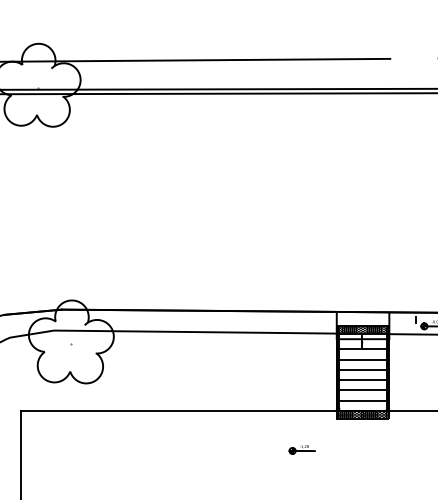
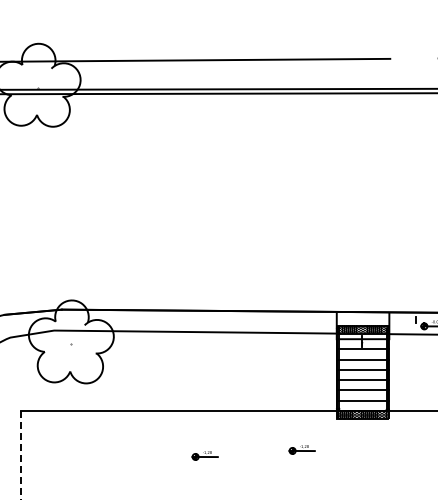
line at (21, 455): solid -> dashed
part at (204, 455): none -> present
